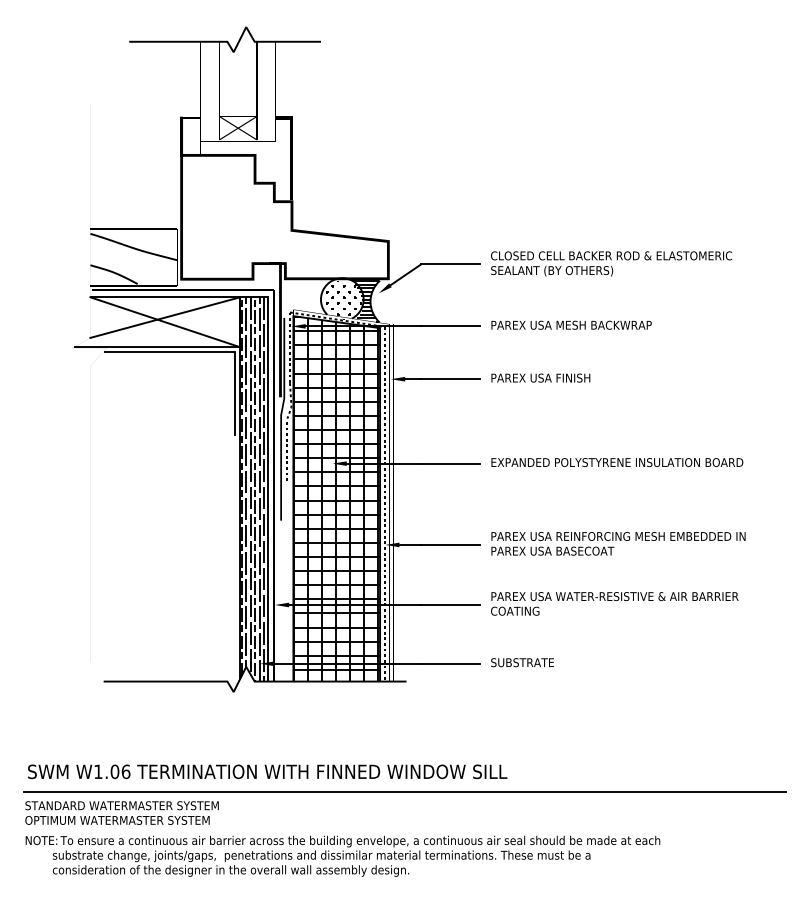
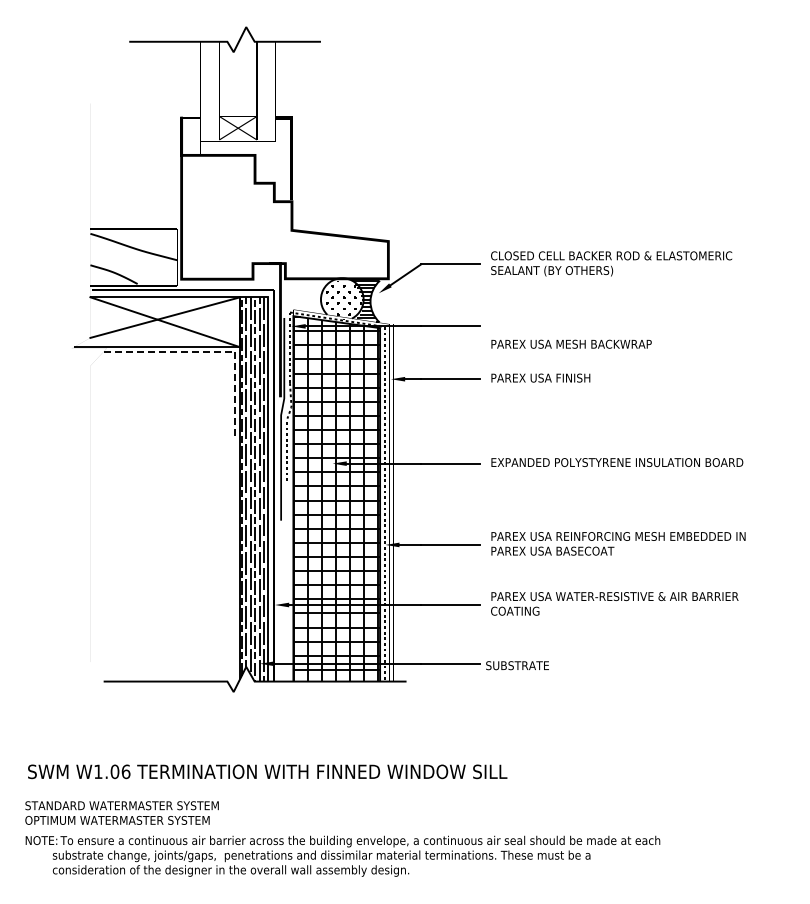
text at (571, 324) position: (571, 324) -> (571, 343)
line at (212, 351): solid -> dashed
text at (522, 662) position: (522, 662) -> (517, 665)
line at (404, 792): present -> none
